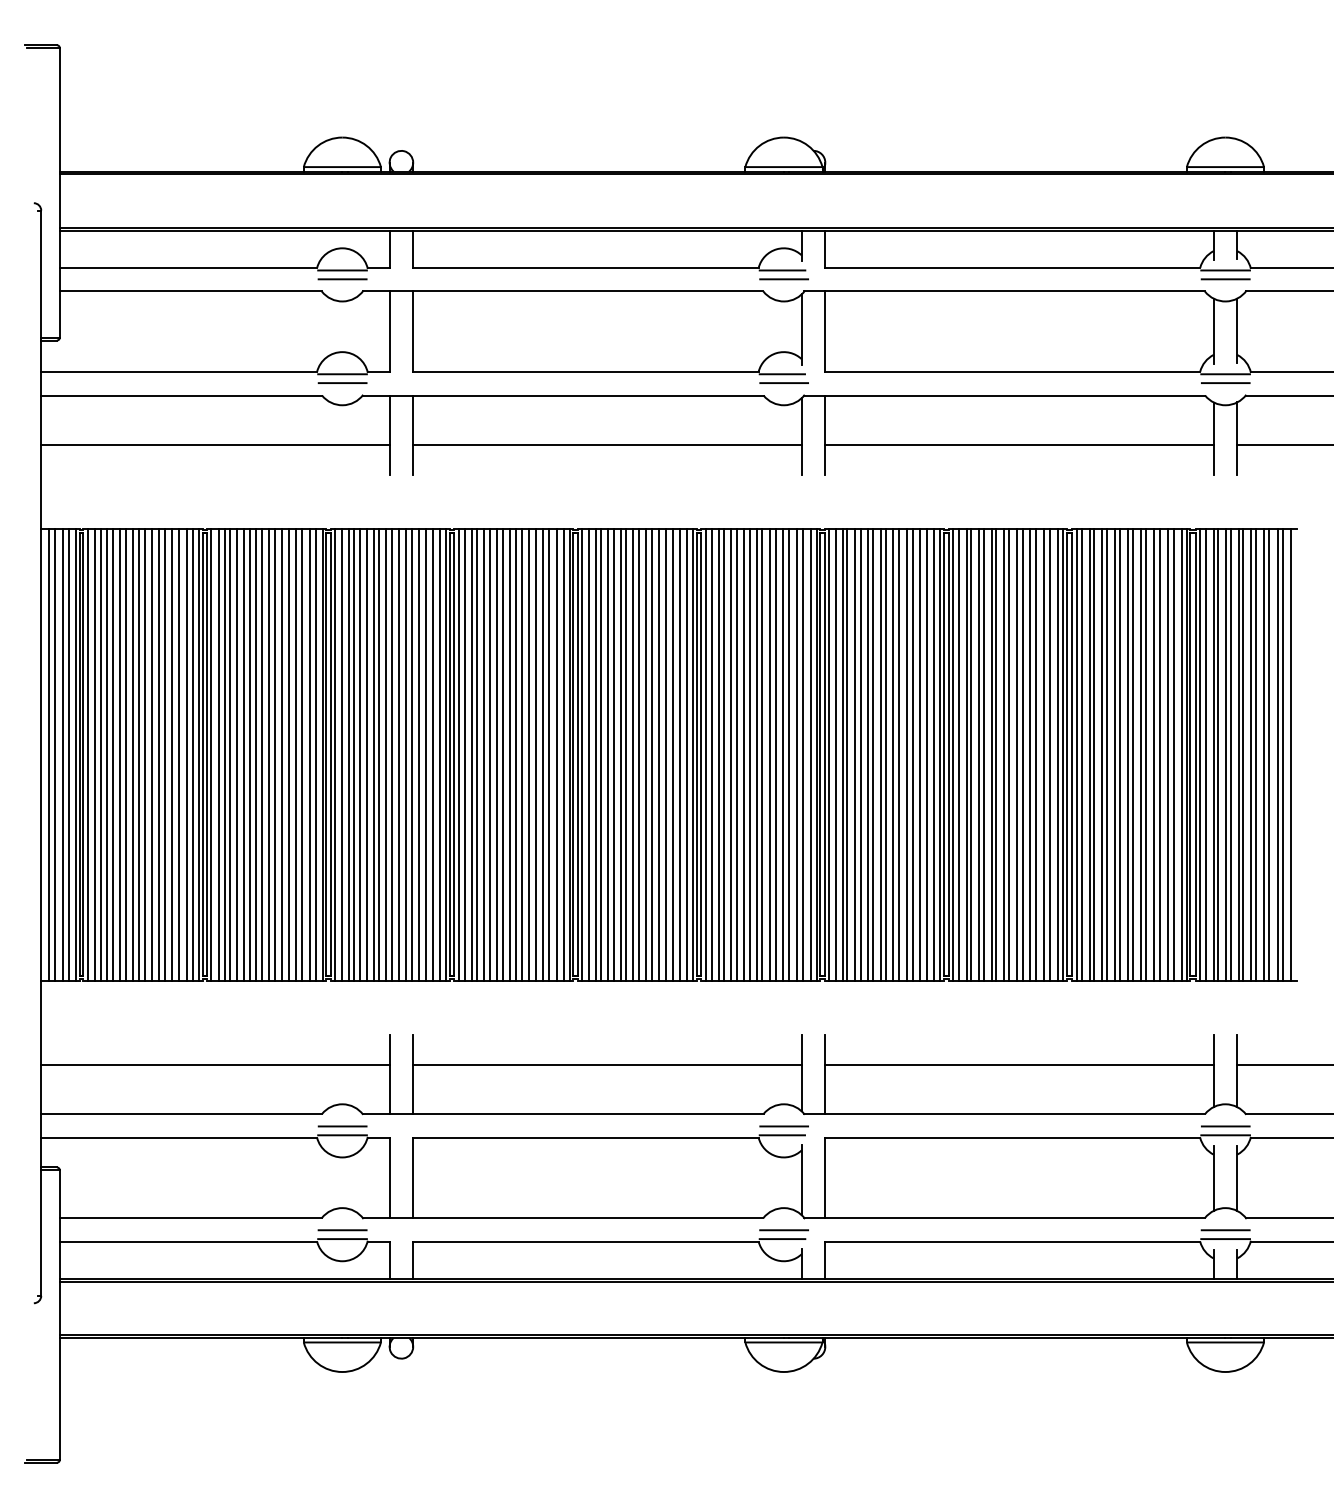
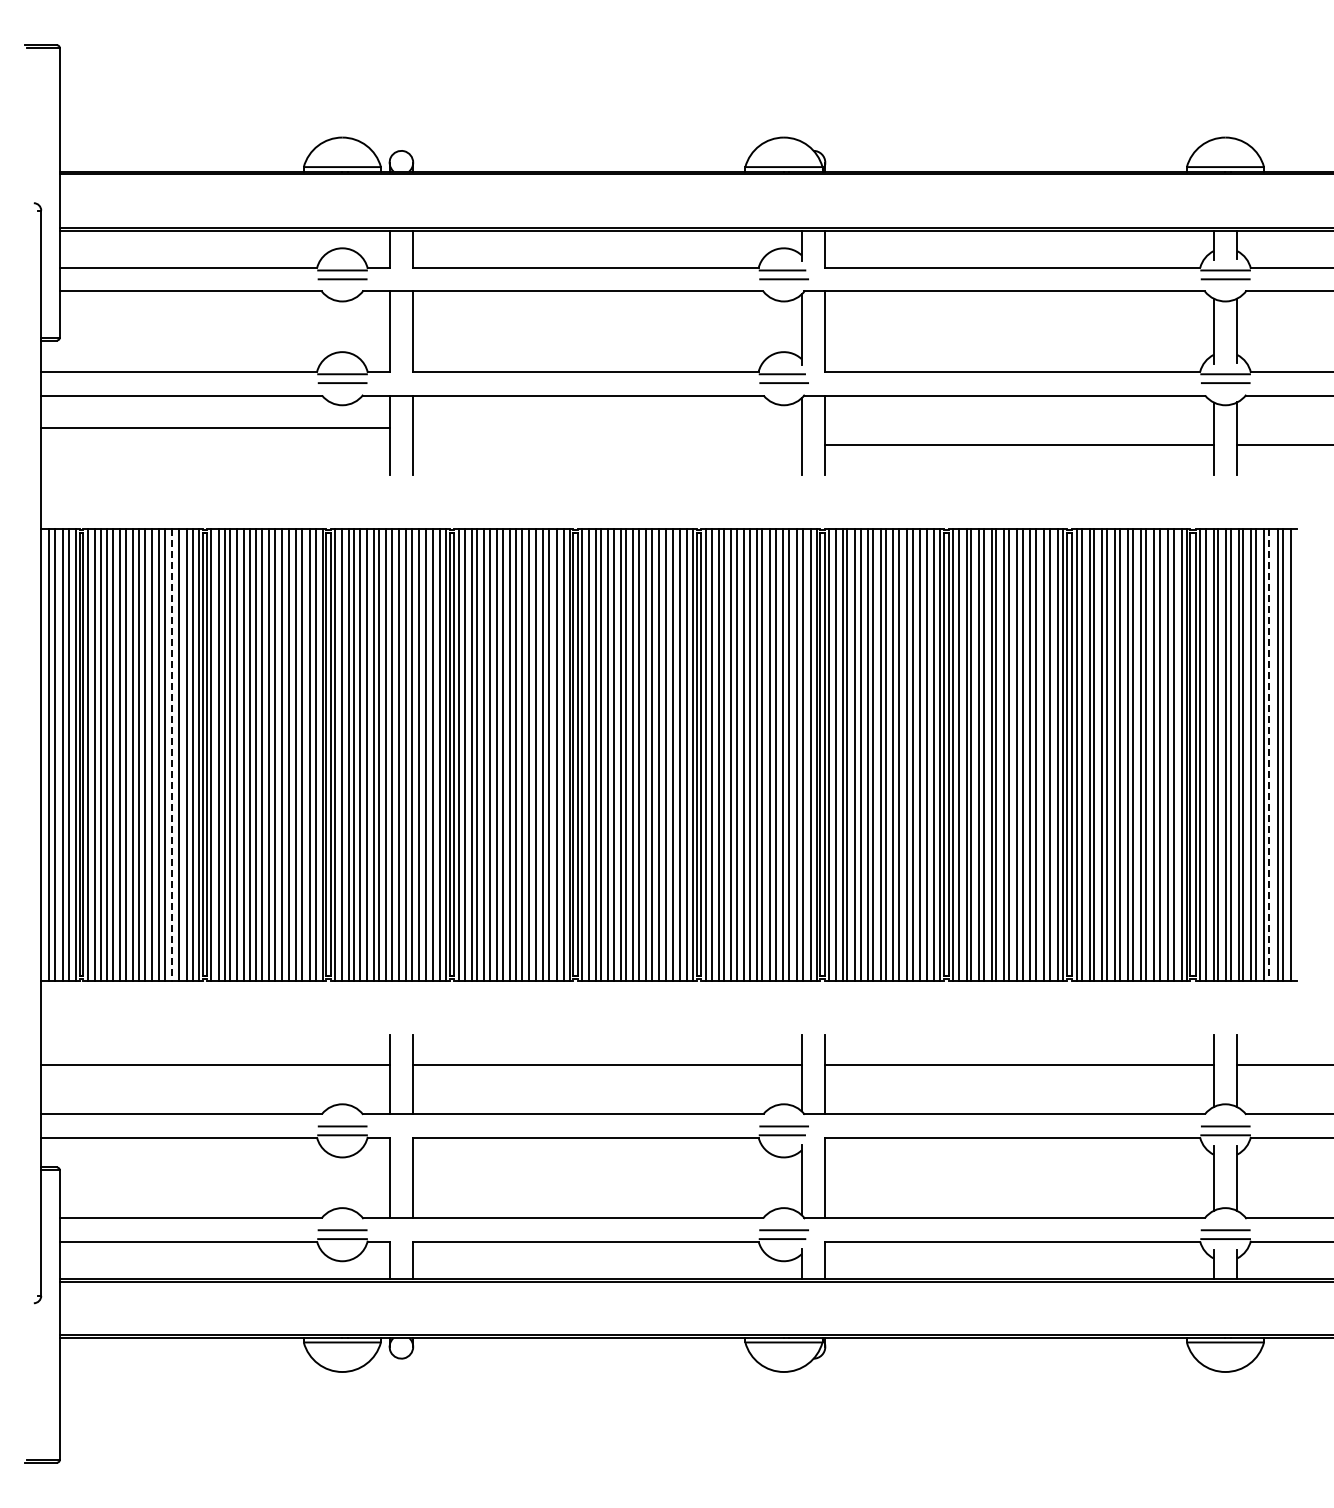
line at (215, 444) position: (215, 444) -> (215, 427)
line at (607, 444): present -> none
line at (172, 754): solid -> dashed
line at (1269, 754): solid -> dashed
